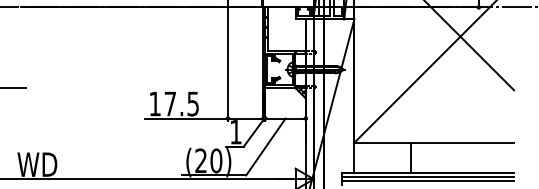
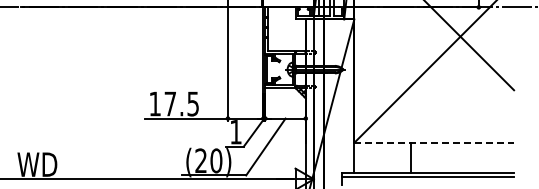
line at (13, 88): present -> none
line at (434, 142): solid -> dashed
line at (428, 181): present -> none
